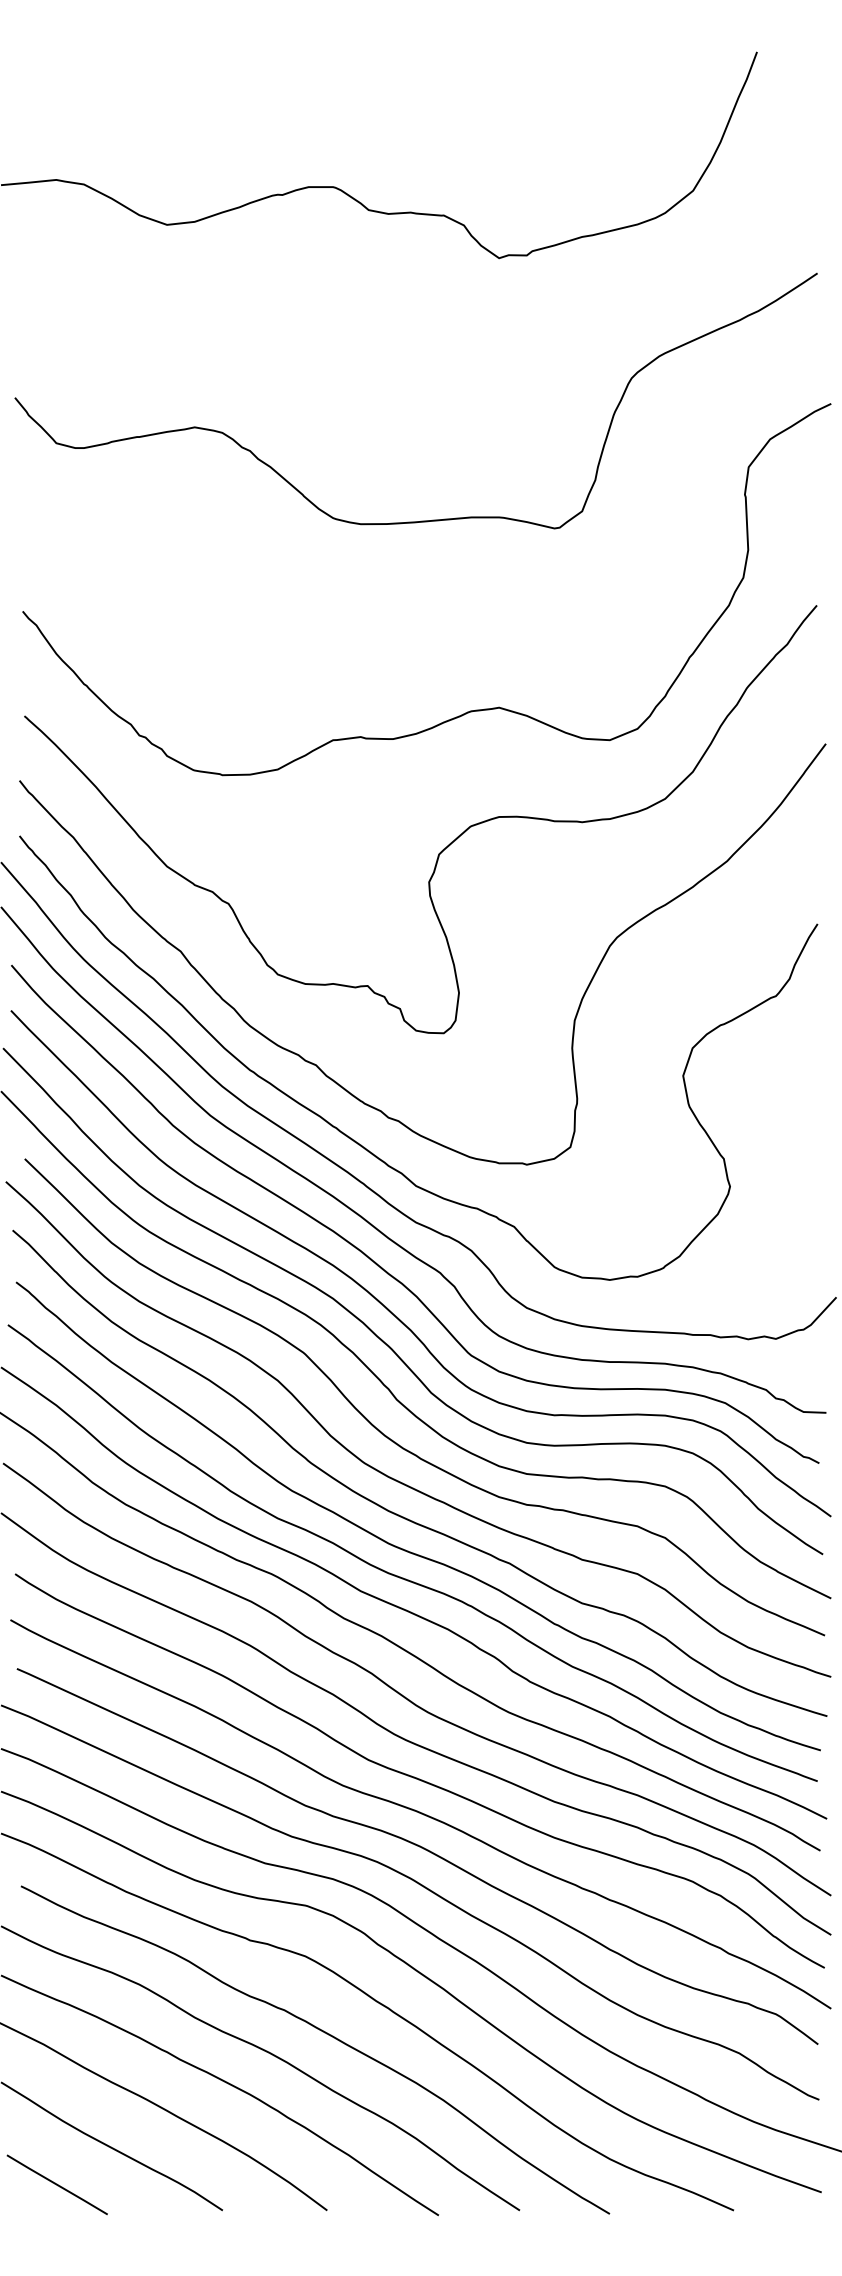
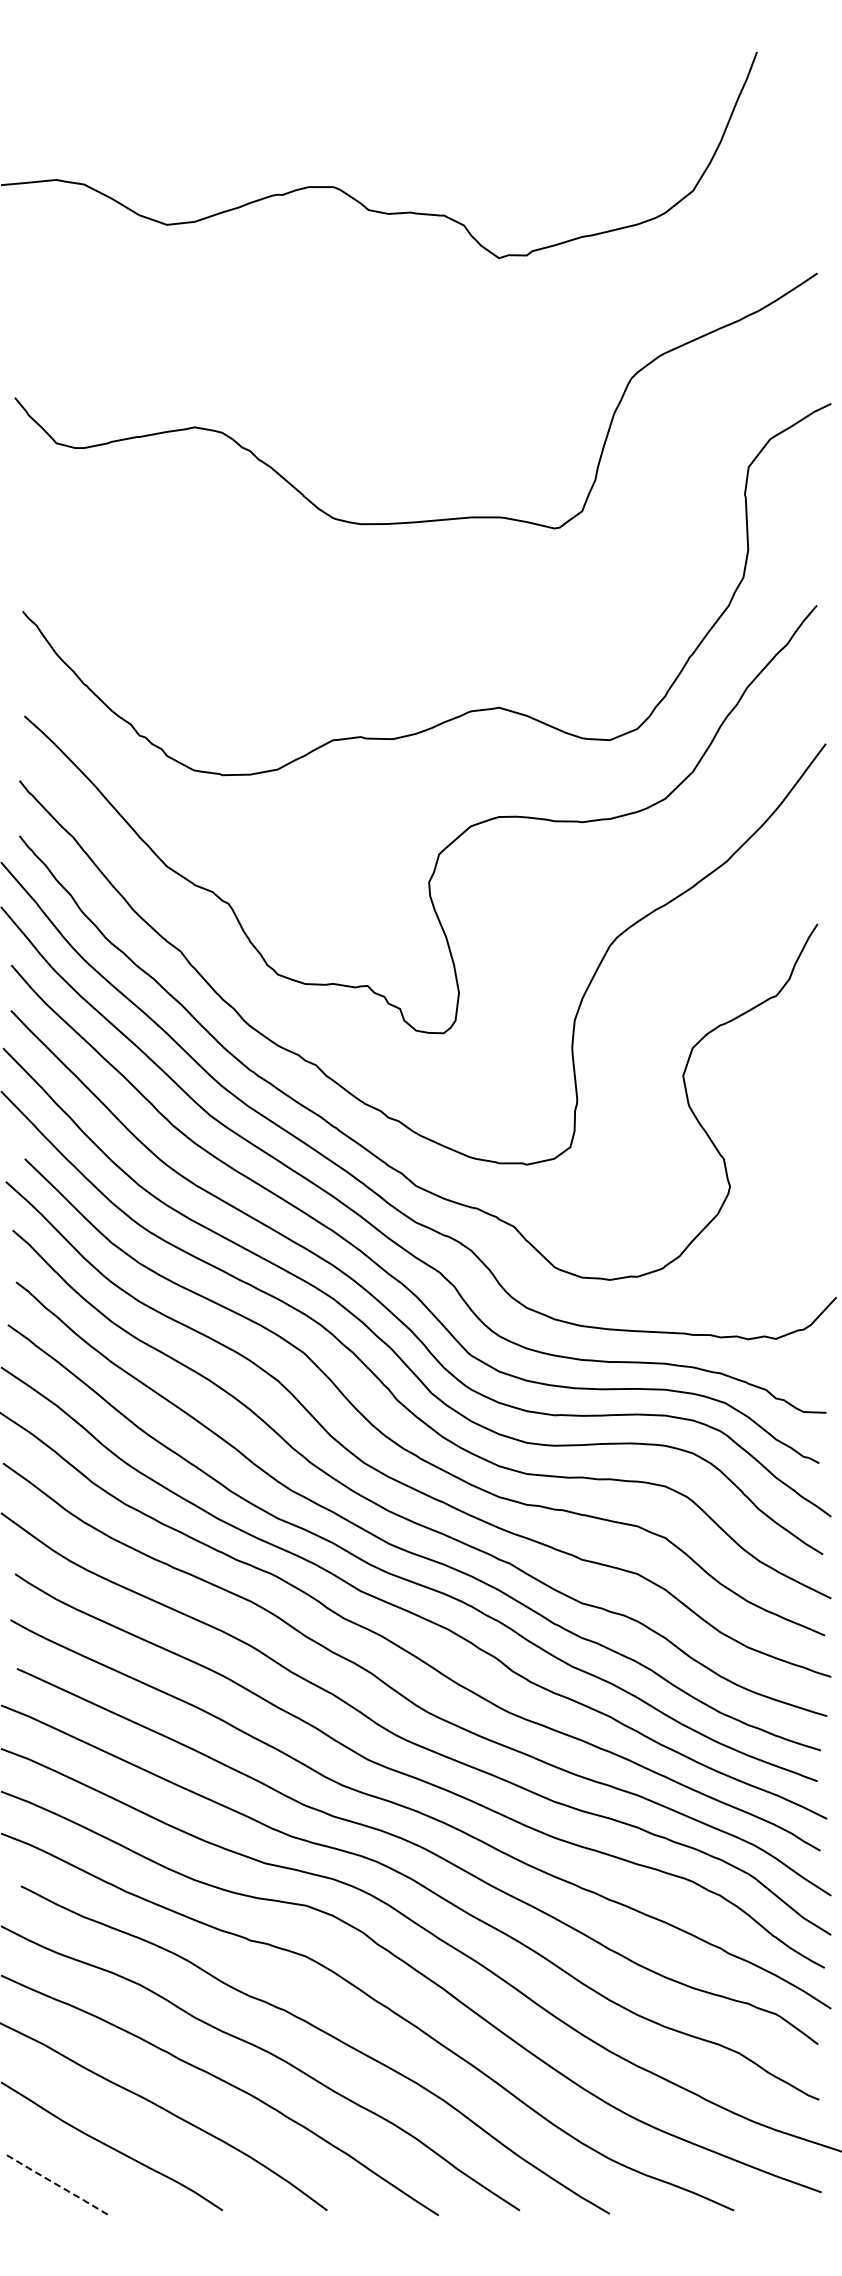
line at (57, 2185): solid -> dashed
